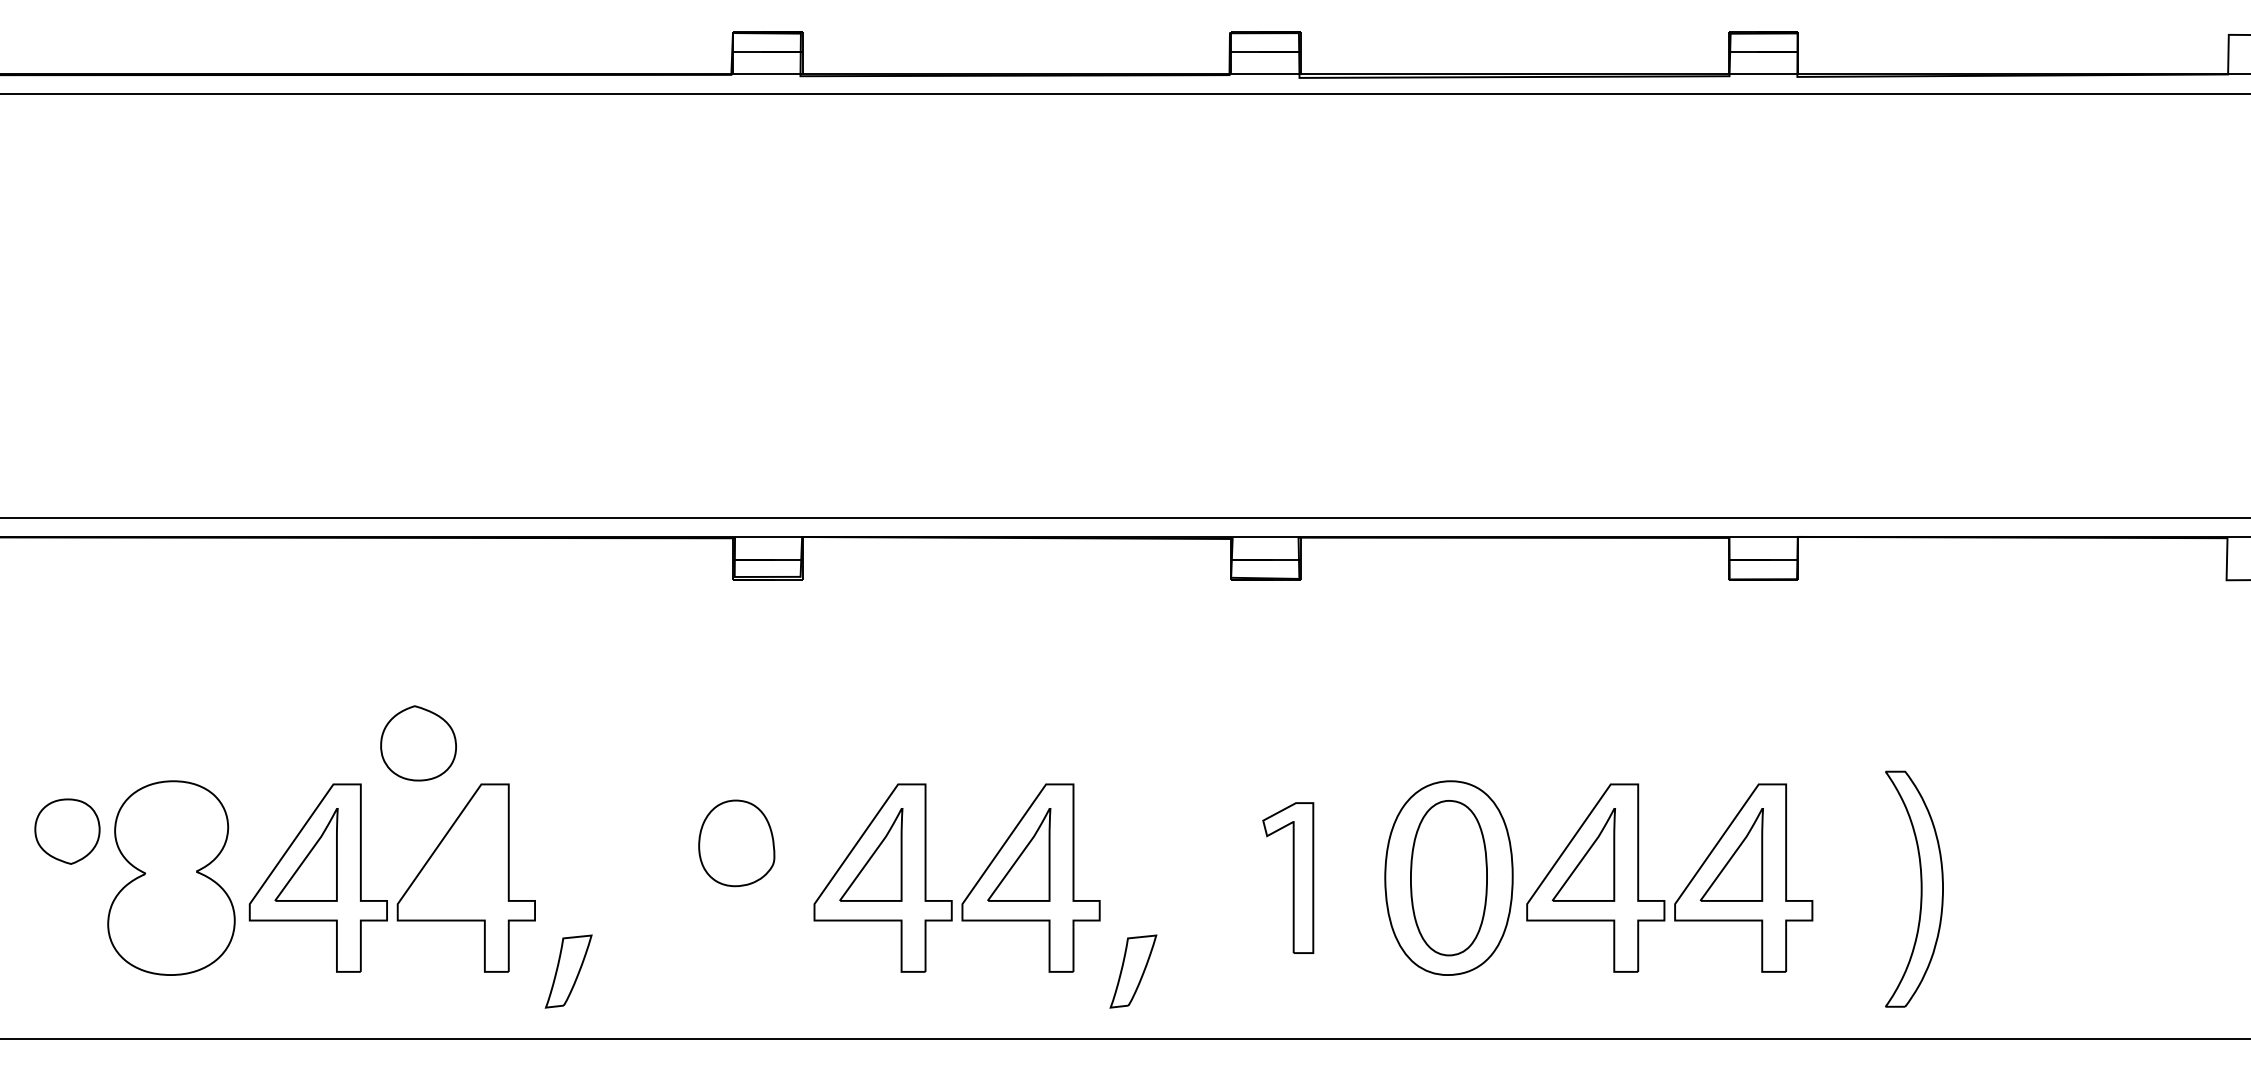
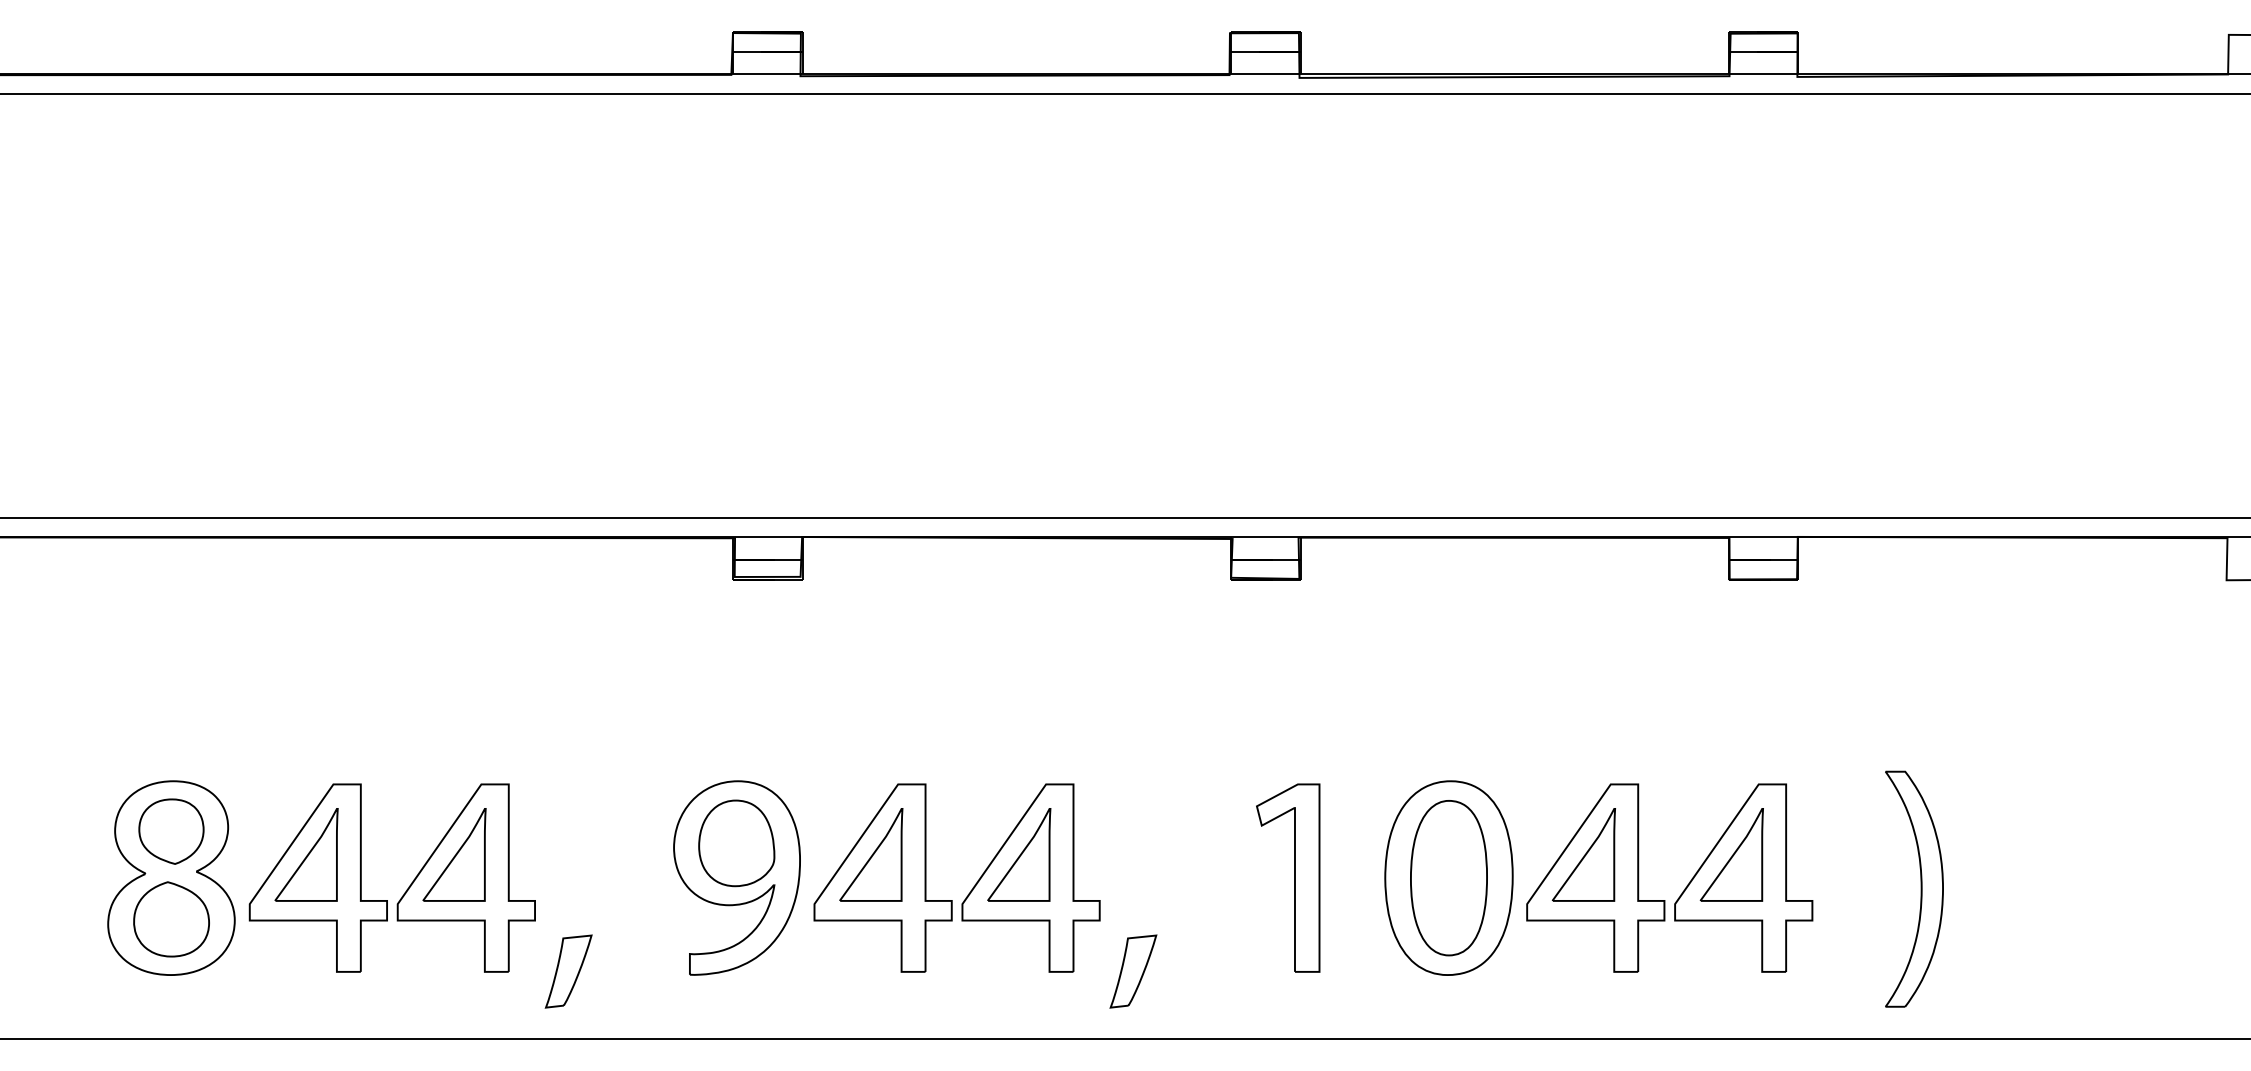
part at (418, 743) position: (418, 743) -> (171, 919)
part at (67, 831) position: (67, 831) -> (171, 831)
part at (454, 854): none -> present
part at (736, 877): none -> present
part at (1288, 877) size: 53x152 px -> 65x190 px
